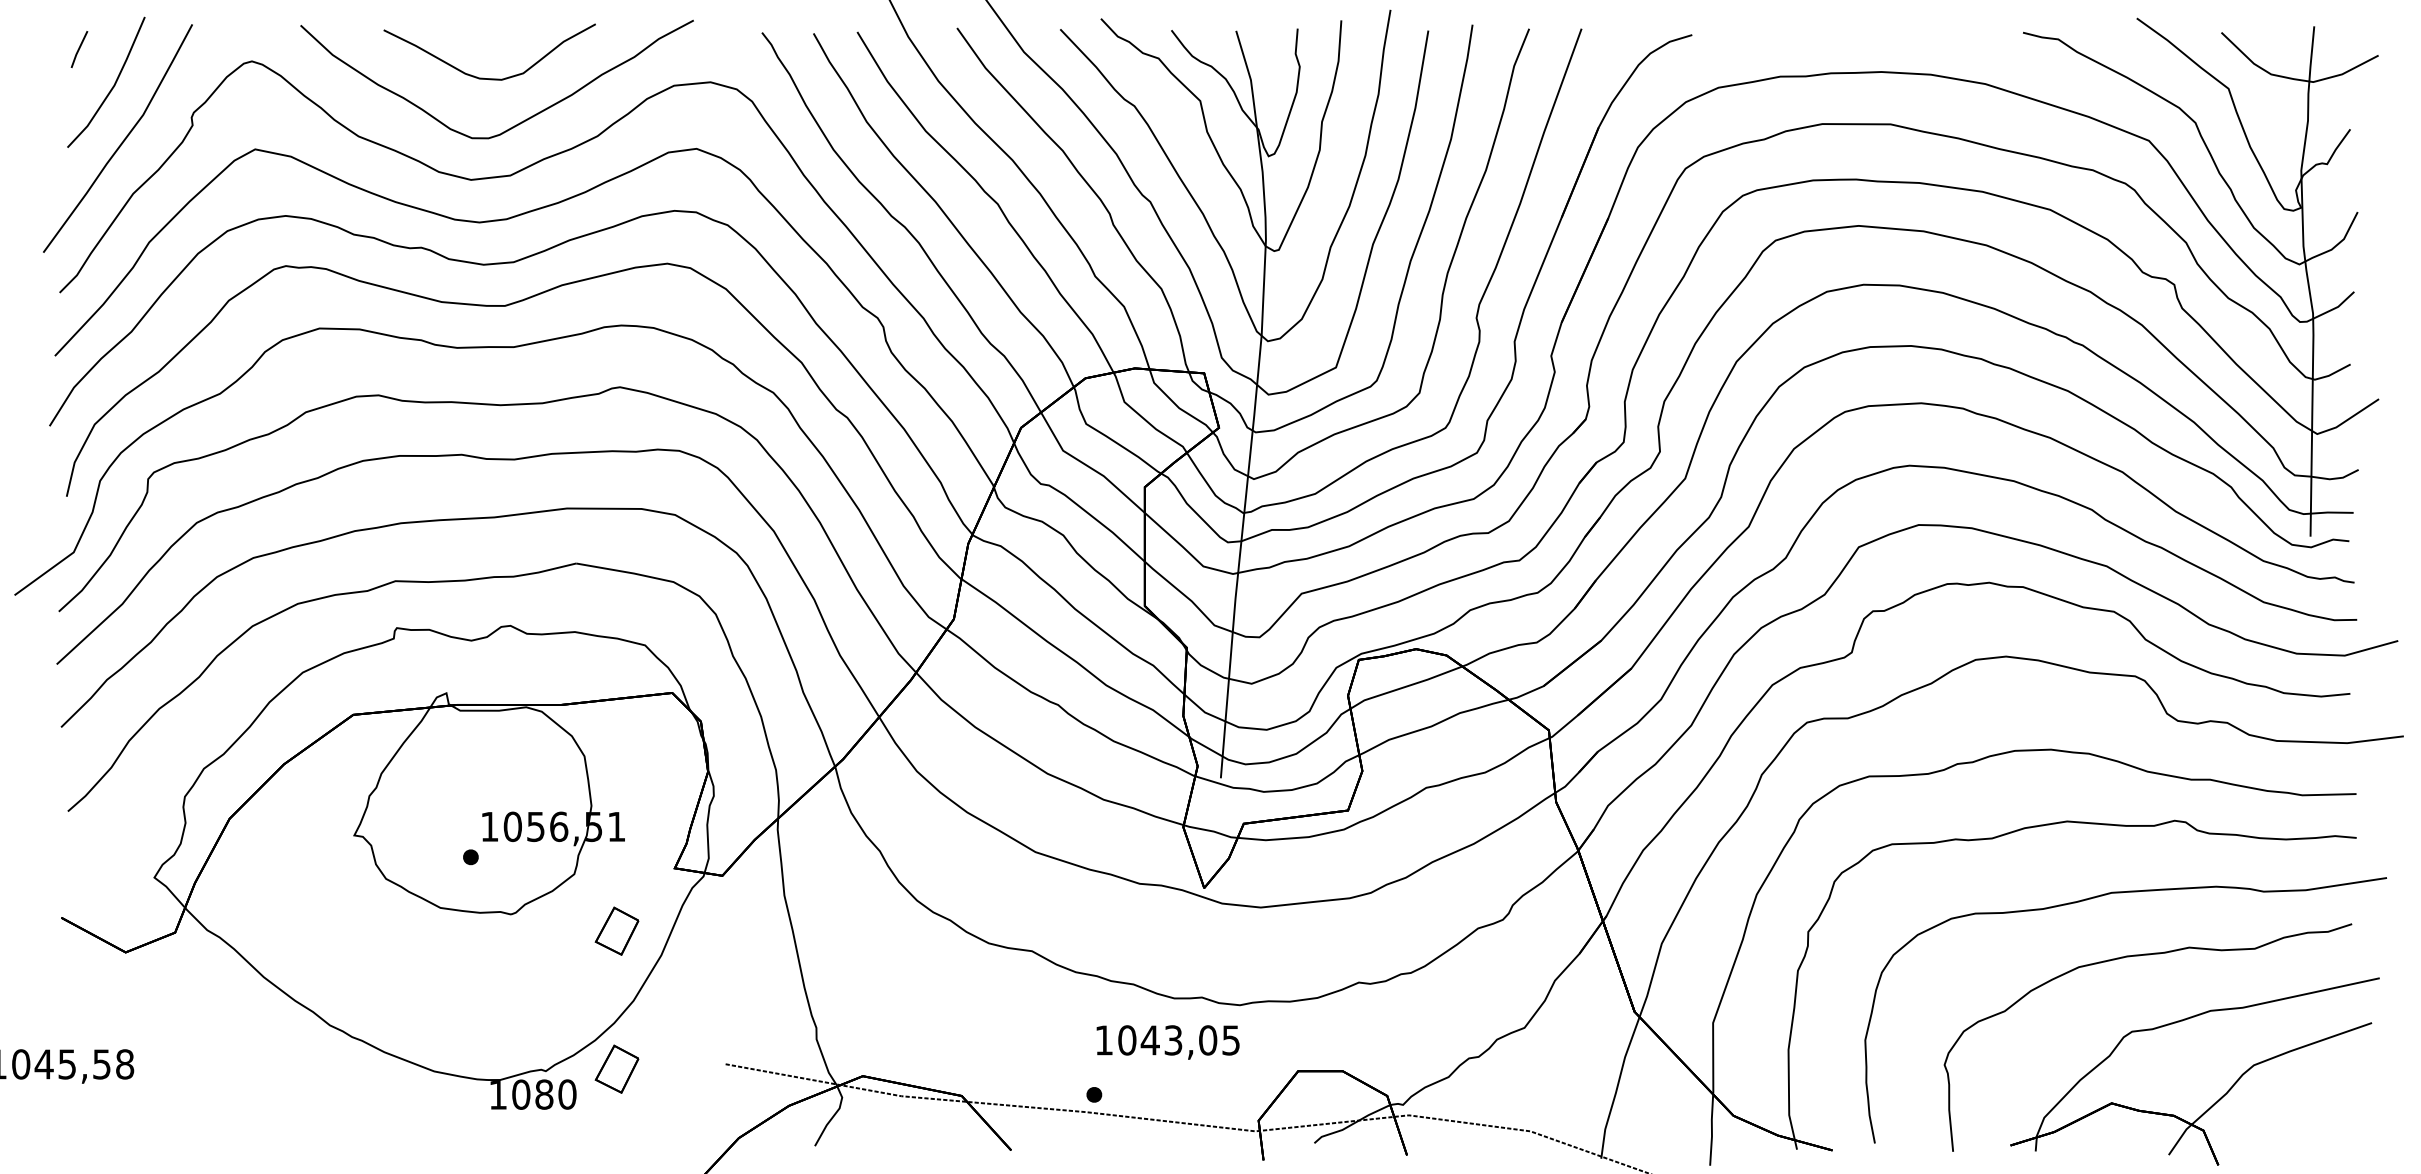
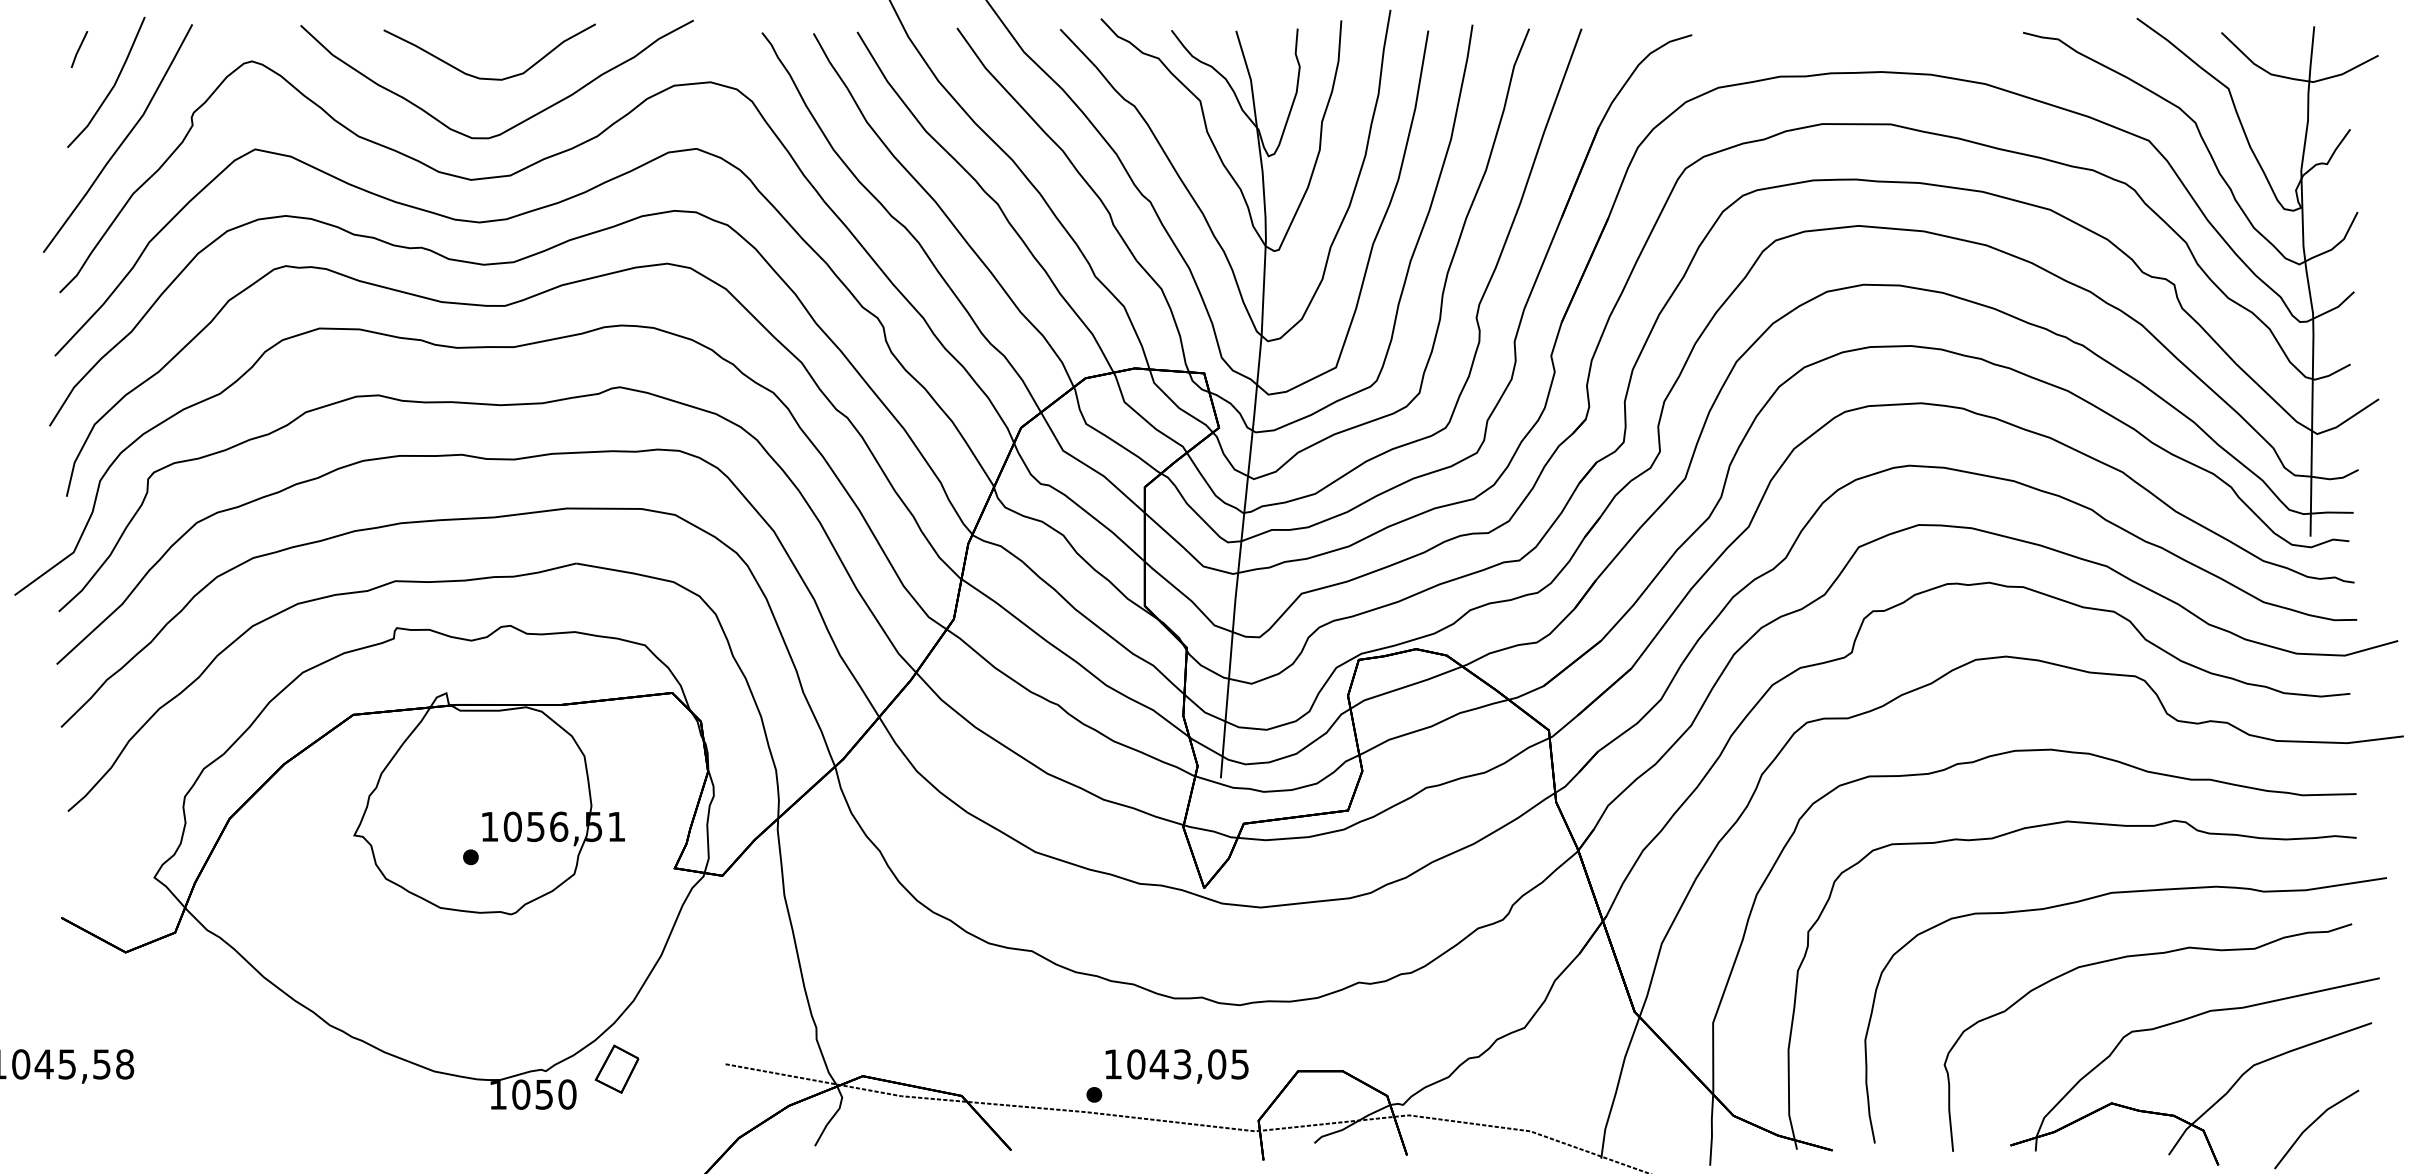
part at (616, 930): present -> none
text at (1167, 1042) position: (1167, 1042) -> (1176, 1066)
text at (544, 1094): 1080 -> 1050
part at (2312, 1124): none -> present
